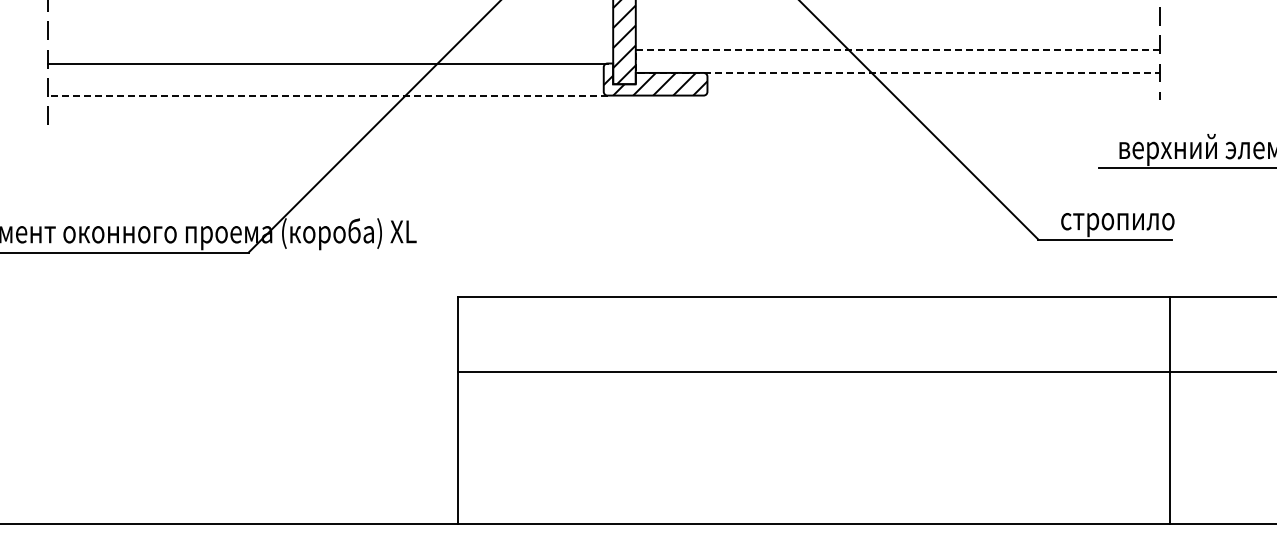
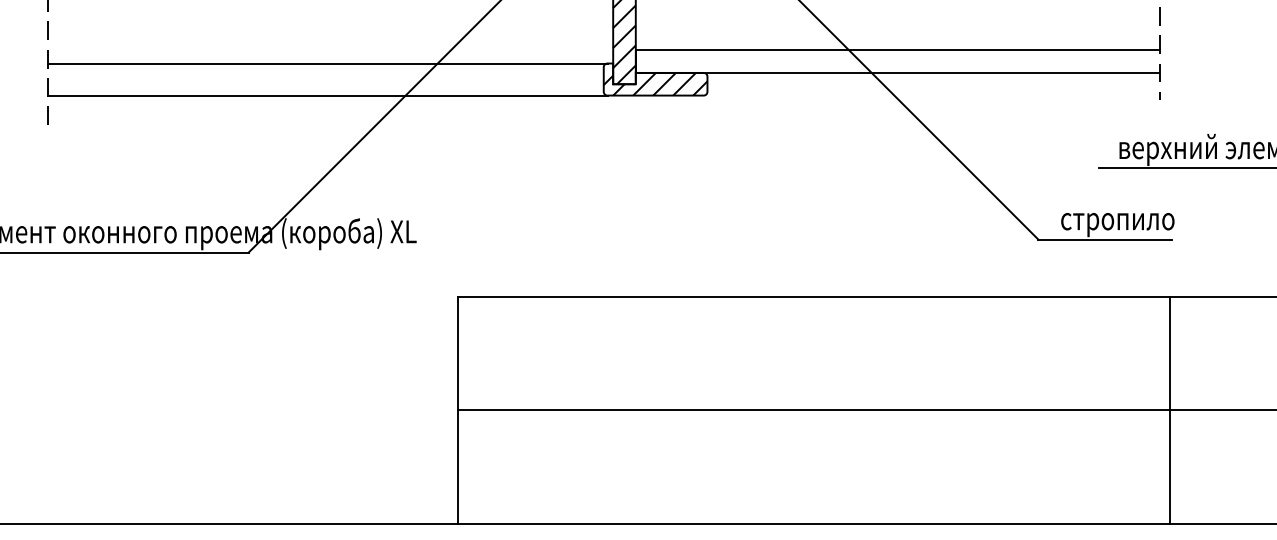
line at (635, 61): dashed -> solid
line at (327, 95): dashed -> solid
line at (865, 372) position: (865, 372) -> (865, 410)
